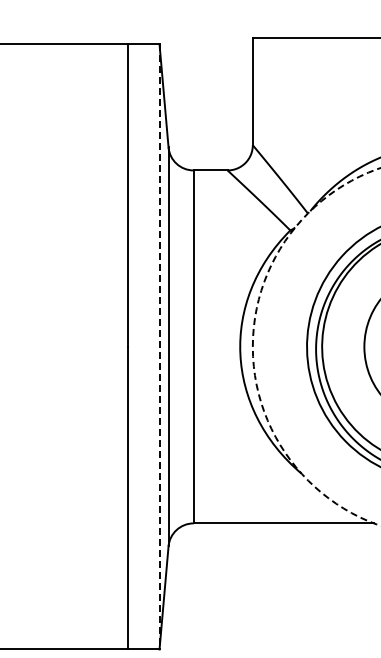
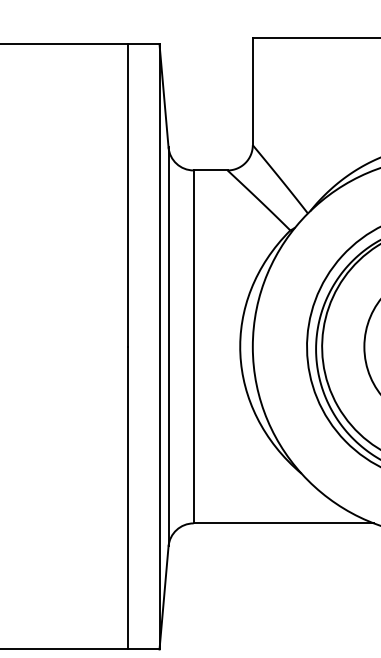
line at (159, 346): dashed -> solid
circle at (316, 346): dashed -> solid
